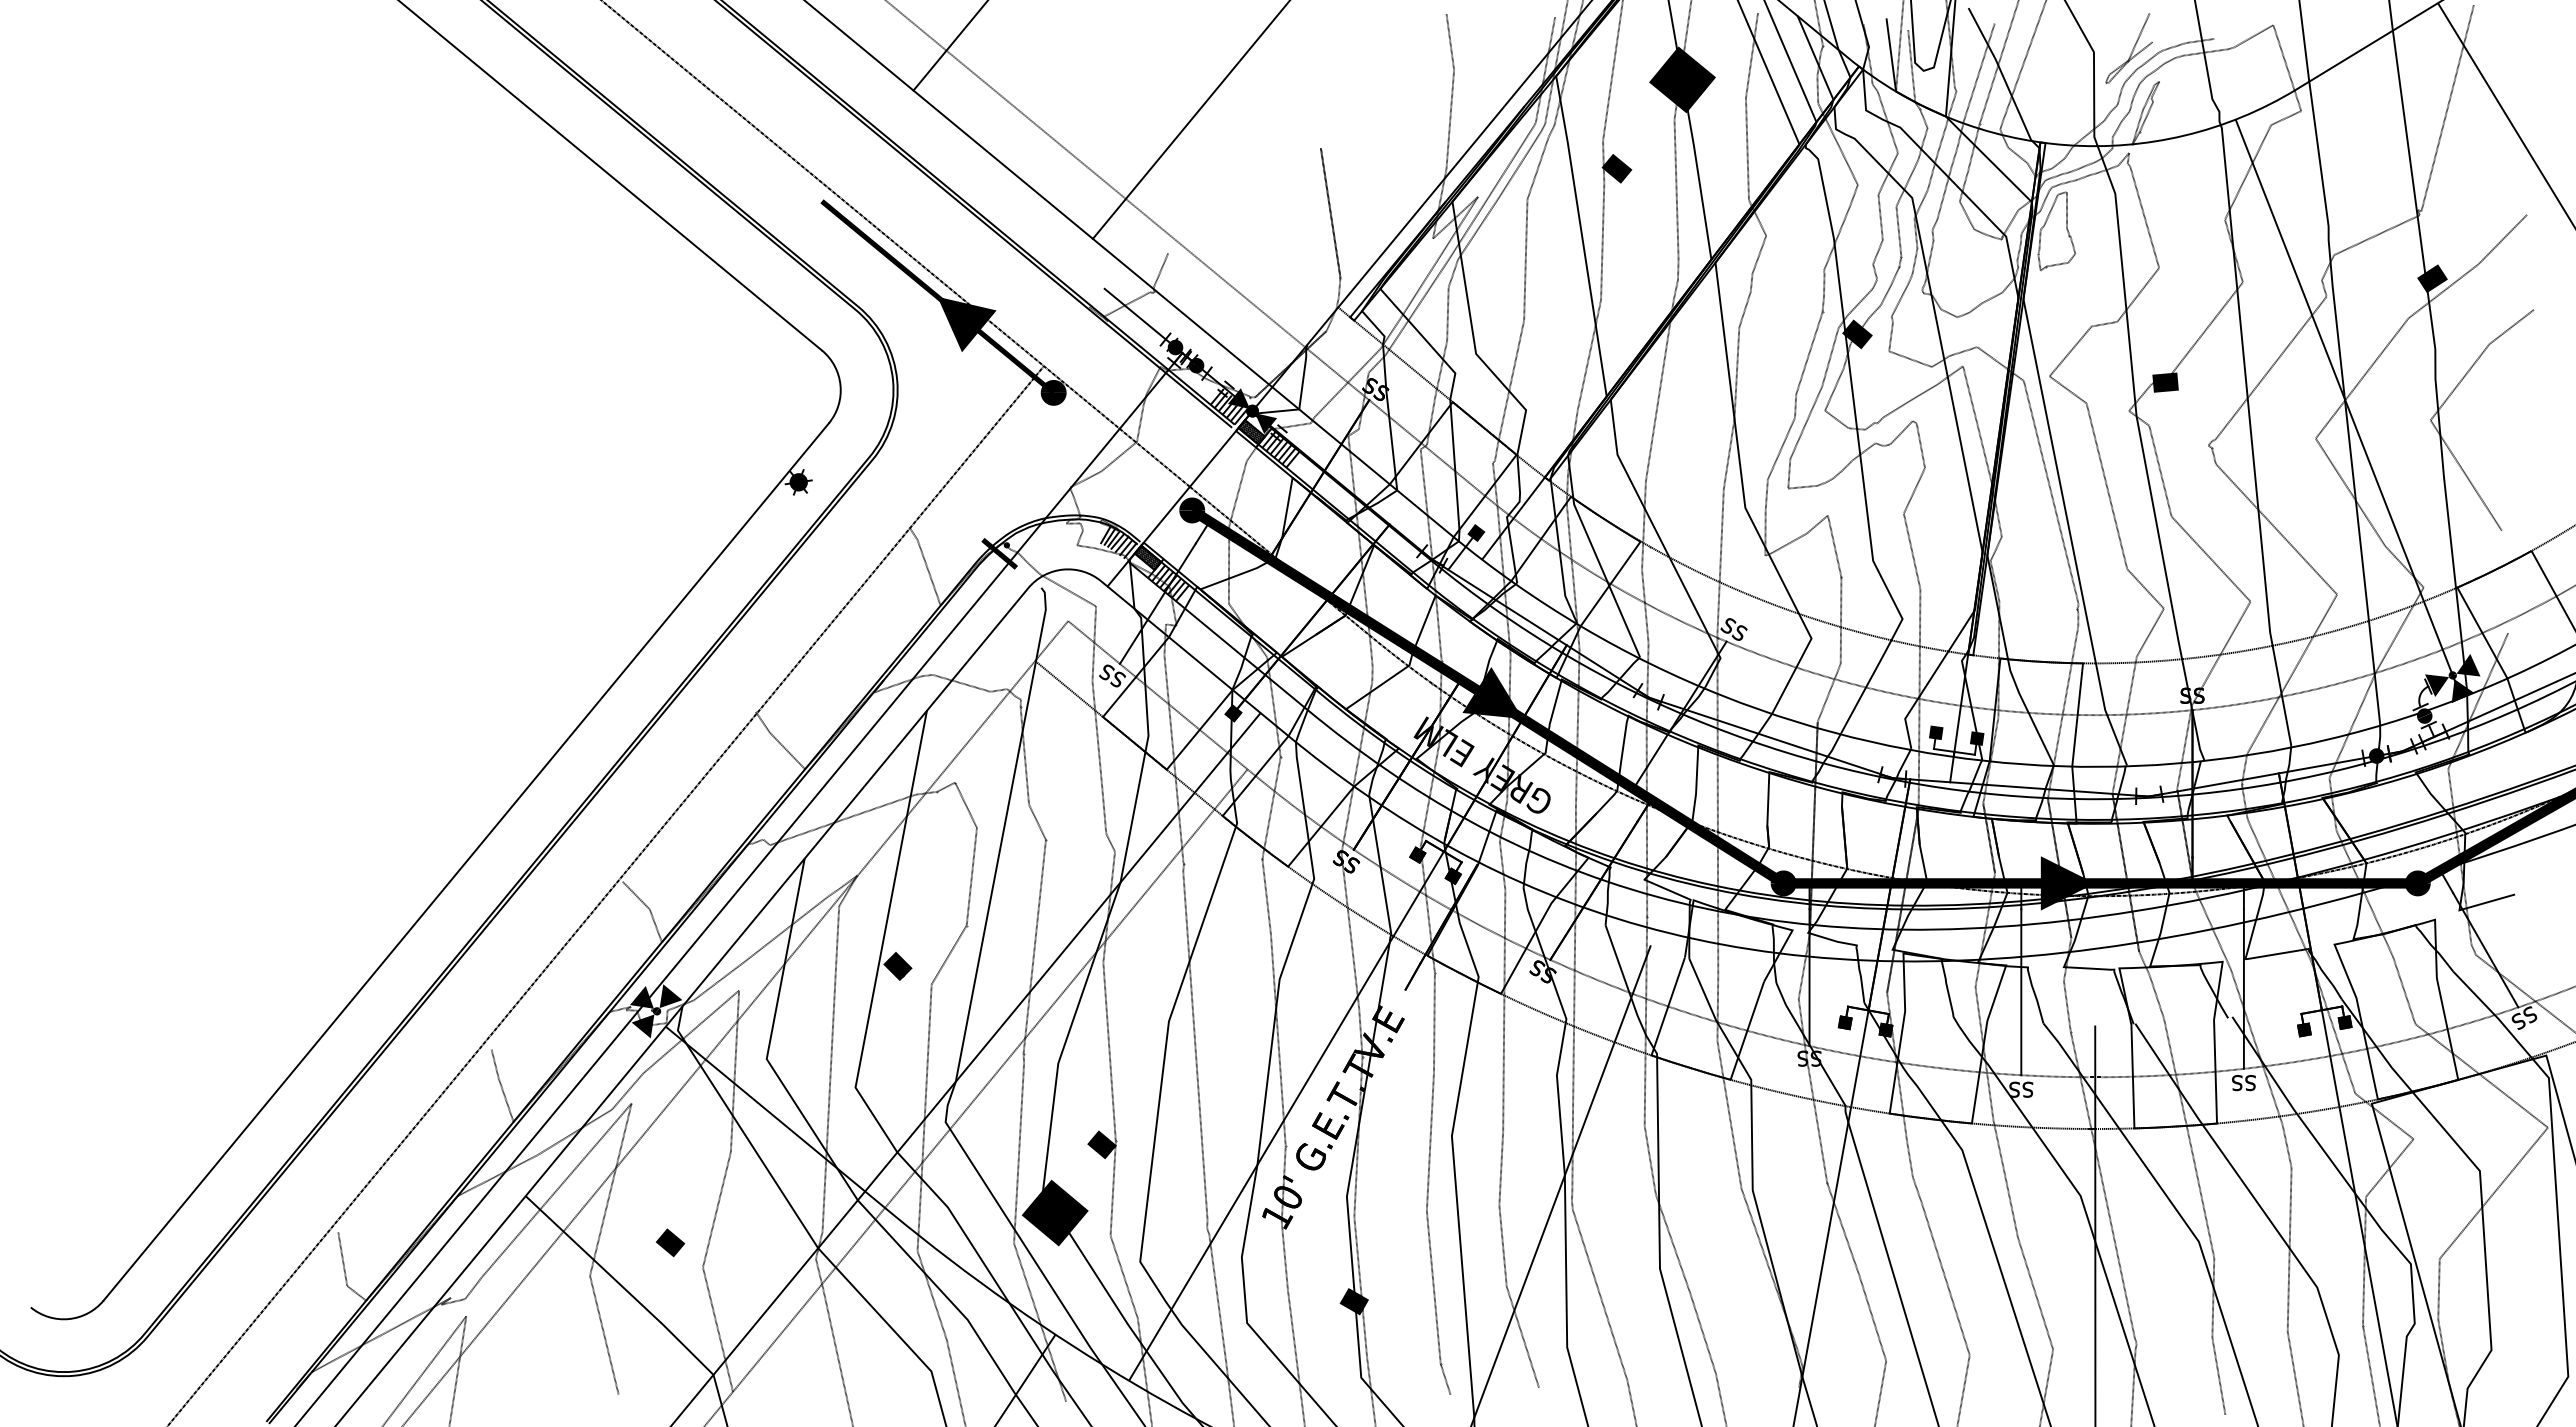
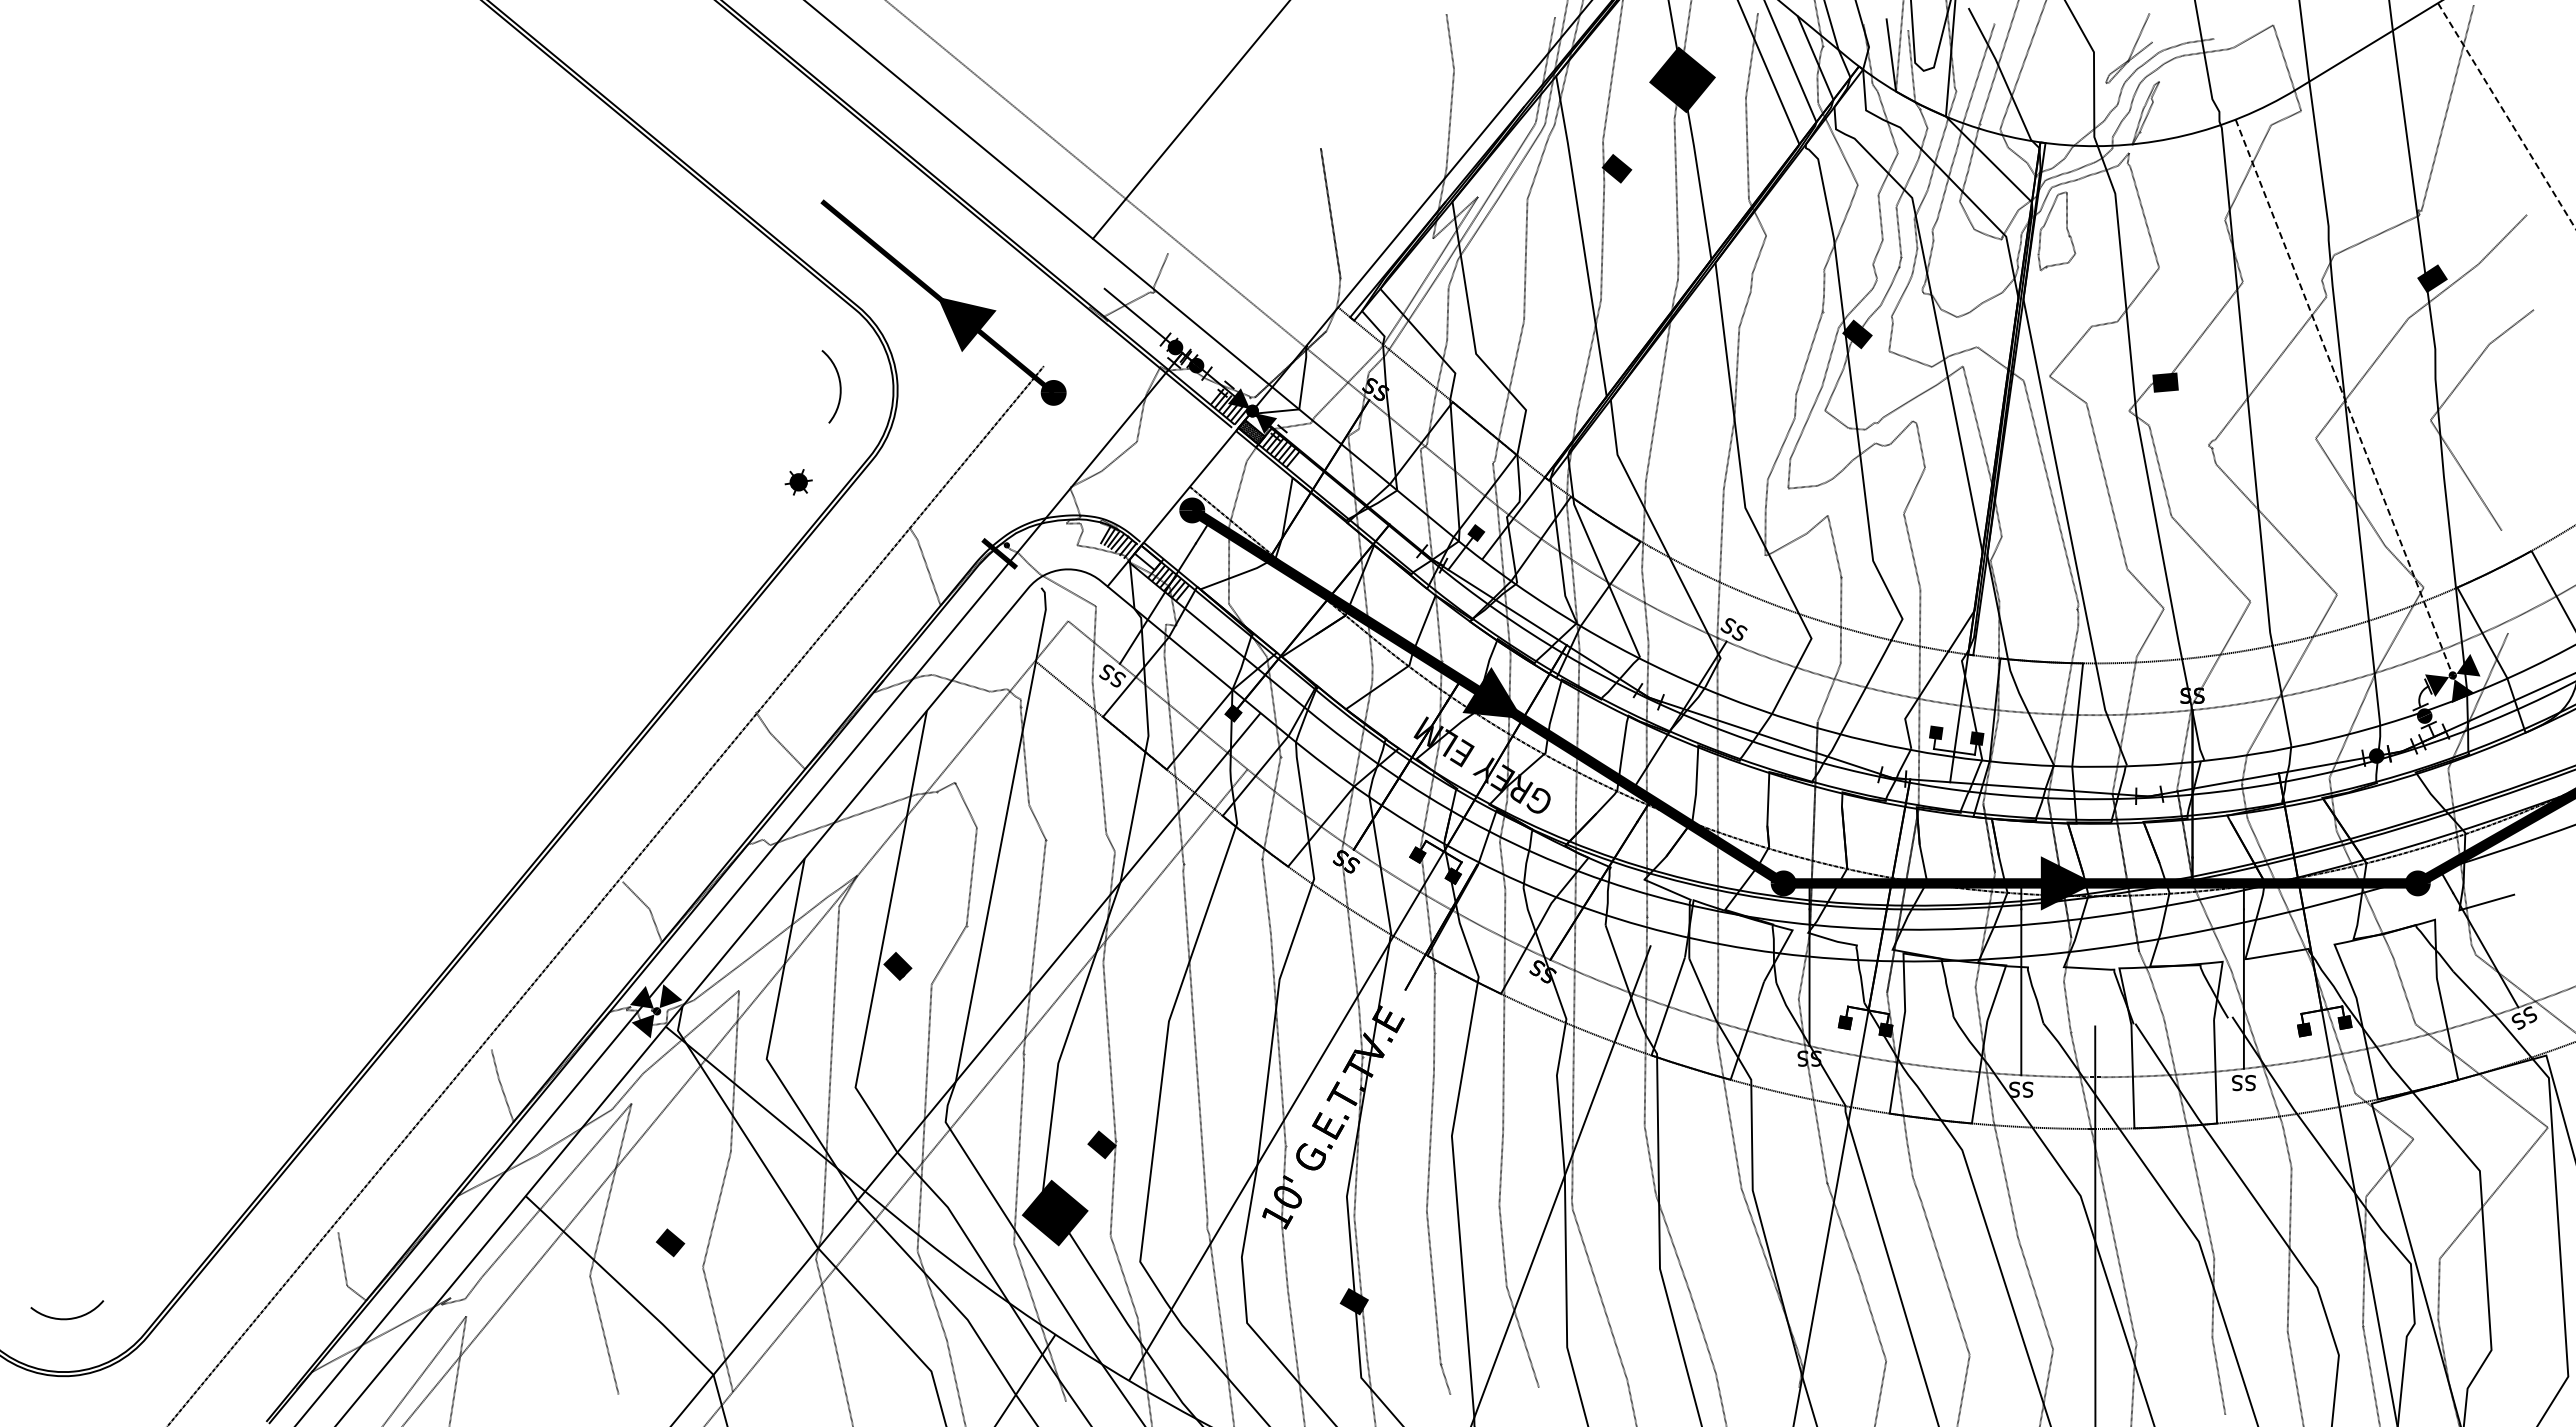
line at (949, 46): present -> none
line at (2507, 116): solid -> dashed
line at (610, 176): present -> none
line at (896, 244): present -> none
line at (2348, 409): solid -> dashed
hatch at (1147, 557): present -> none
line at (465, 861): present -> none
